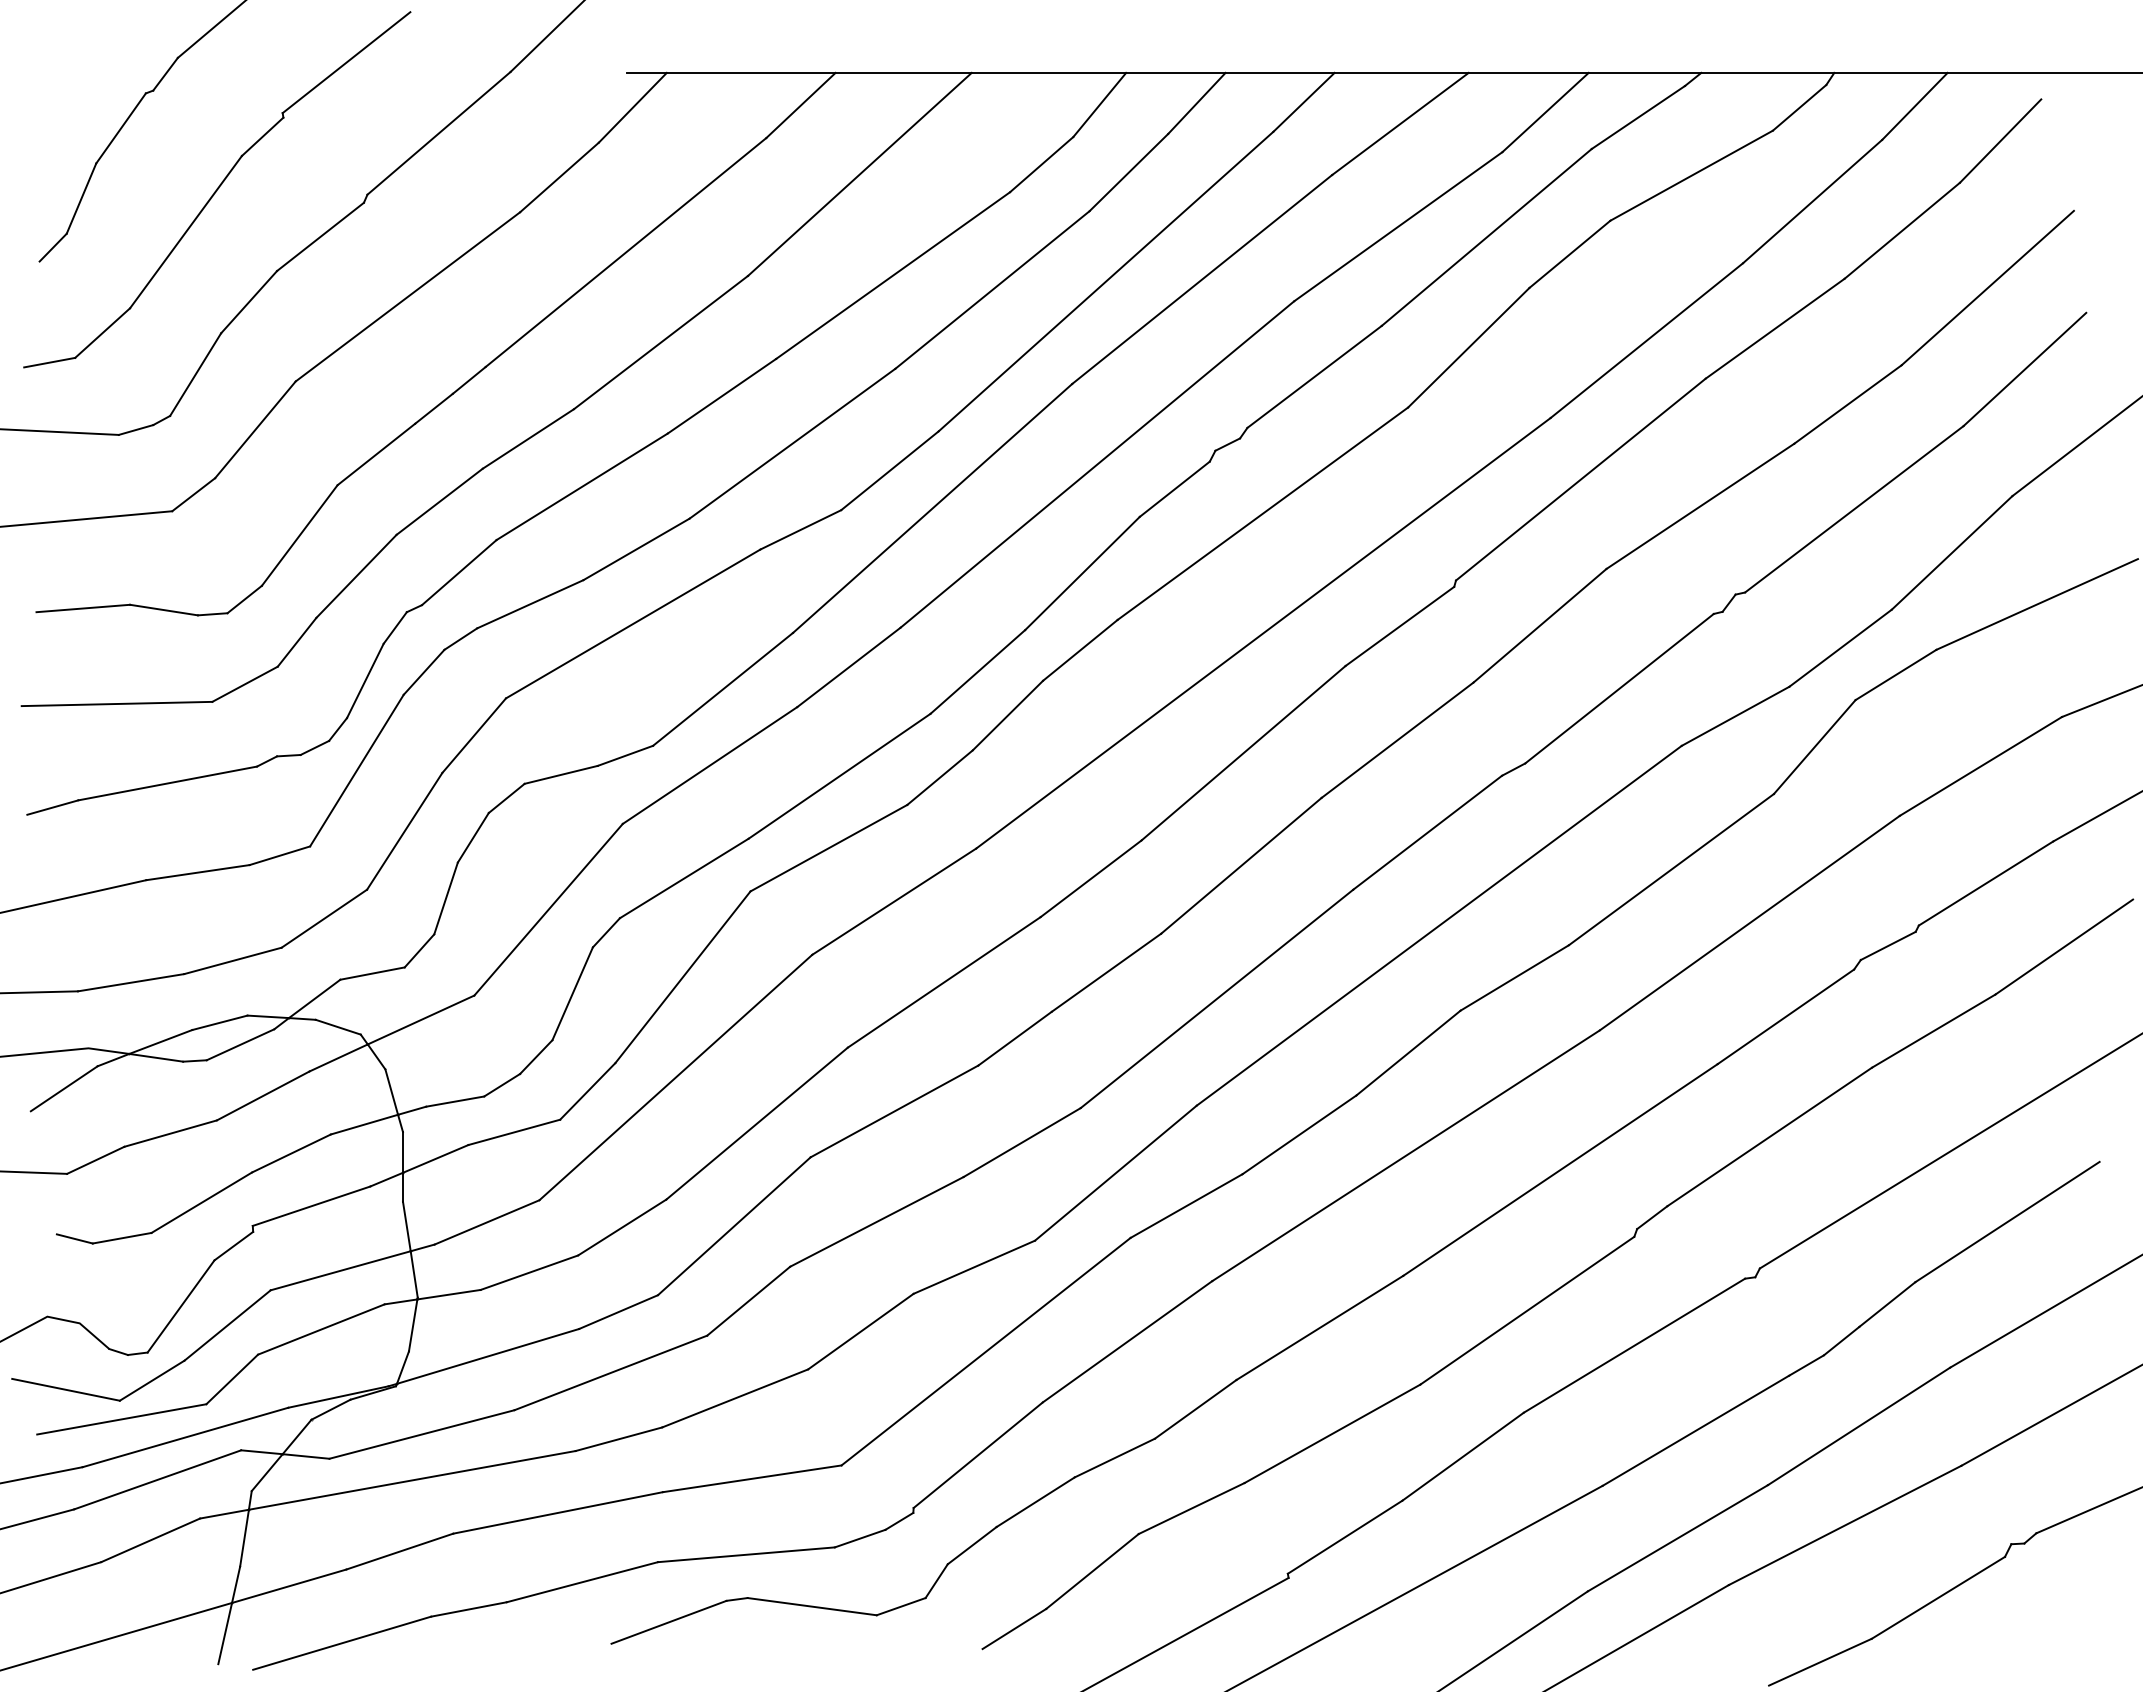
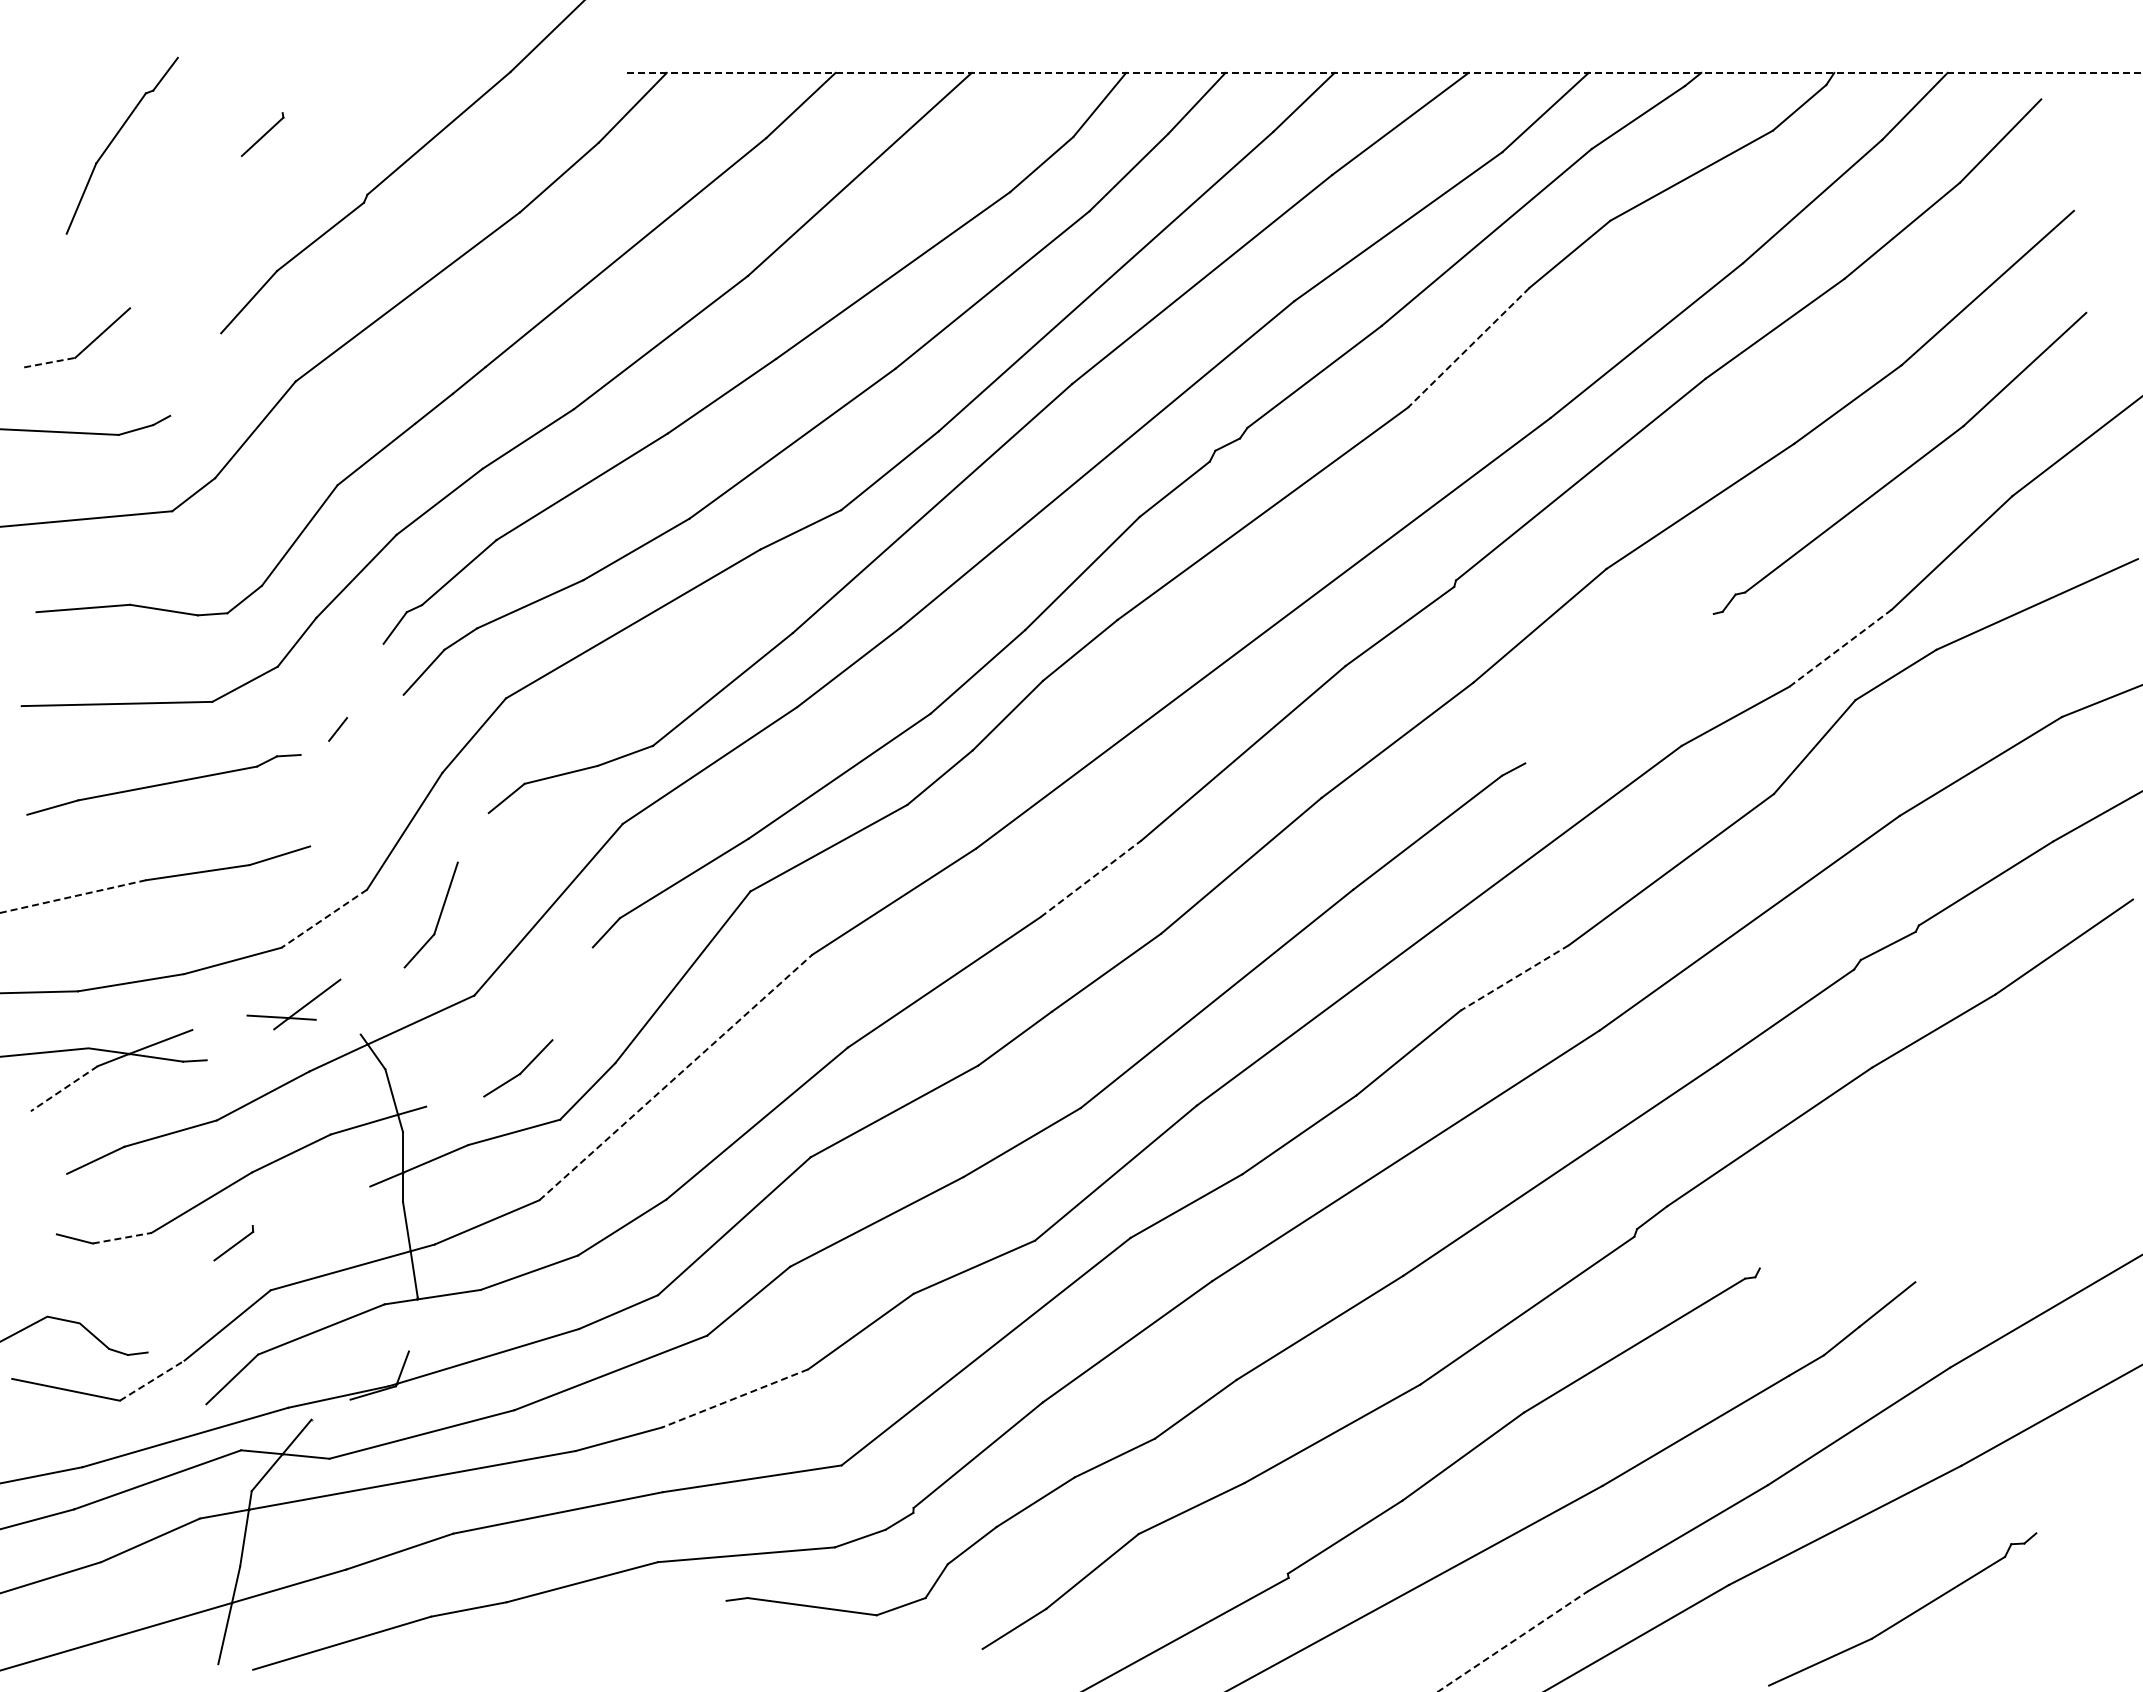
line at (210, 29): present -> none
line at (346, 62): present -> none
line at (1384, 72): solid -> dashed
line at (185, 232): present -> none
line at (52, 247): present -> none
line at (1468, 348): solid -> dashed
line at (49, 362): solid -> dashed
line at (195, 374): present -> none
line at (1840, 648): solid -> dashed
line at (365, 680): present -> none
line at (1619, 688): present -> none
line at (314, 747): present -> none
line at (356, 770): present -> none
line at (472, 837): present -> none
line at (1091, 878): solid -> dashed
line at (73, 896): solid -> dashed
line at (324, 918): solid -> dashed
line at (372, 973): present -> none
line at (1514, 978): solid -> dashed
line at (572, 993): present -> none
line at (219, 1022): present -> none
line at (337, 1026): present -> none
line at (240, 1044): present -> none
line at (675, 1077): solid -> dashed
line at (63, 1089): solid -> dashed
line at (455, 1101): present -> none
line at (1949, 1151): present -> none
line at (34, 1172): present -> none
line at (311, 1205): present -> none
line at (2007, 1221): present -> none
line at (122, 1238): solid -> dashed
line at (180, 1306): present -> none
line at (412, 1325): present -> none
line at (152, 1380): solid -> dashed
line at (735, 1398): solid -> dashed
line at (330, 1409): present -> none
line at (121, 1419): present -> none
line at (2087, 1510): present -> none
line at (668, 1621): present -> none
line at (1513, 1641): solid -> dashed
